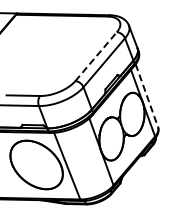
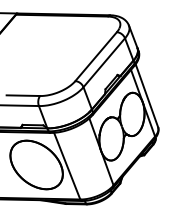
line at (96, 56): dashed -> solid
line at (147, 96): dashed -> solid
